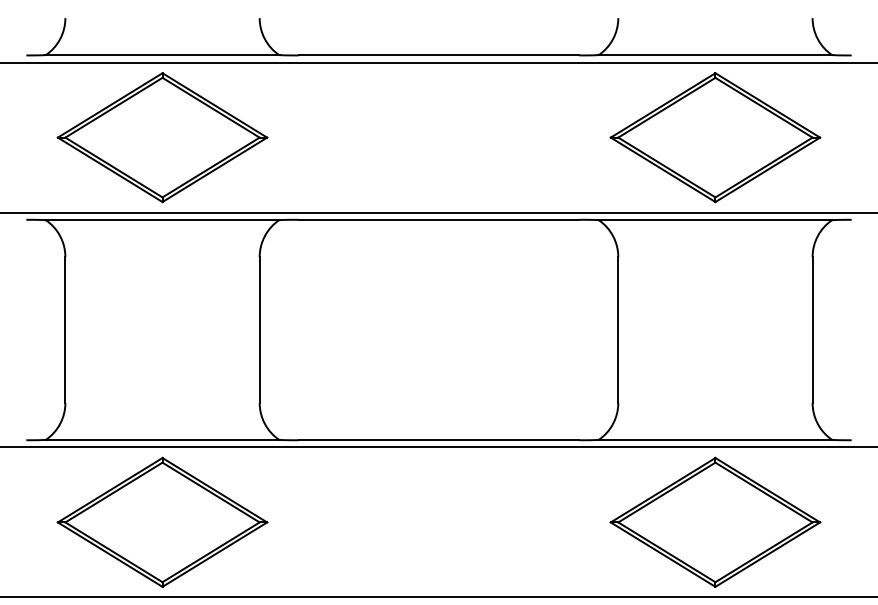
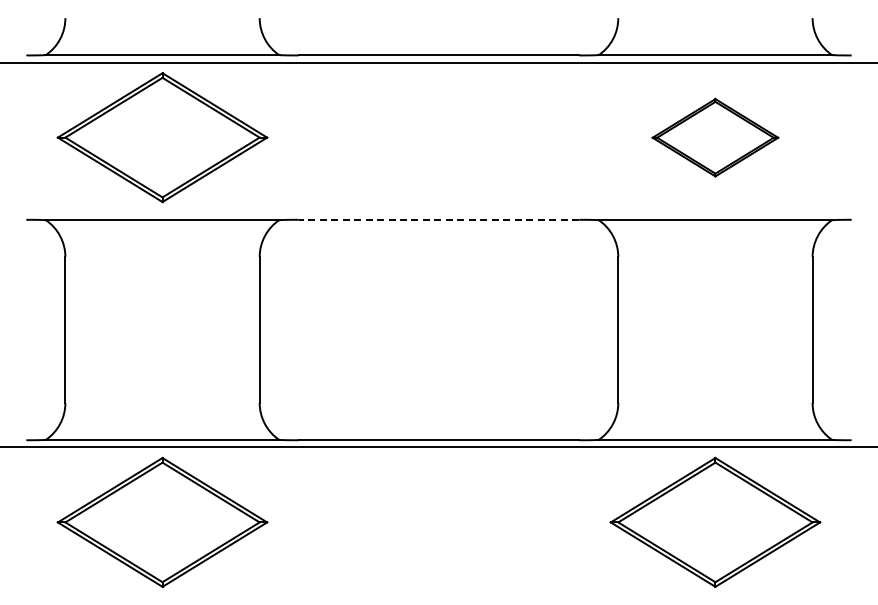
part at (715, 137) size: 213x132 px -> 129x80 px
line at (438, 212): present -> none
line at (438, 219): solid -> dashed
line at (438, 597): present -> none
